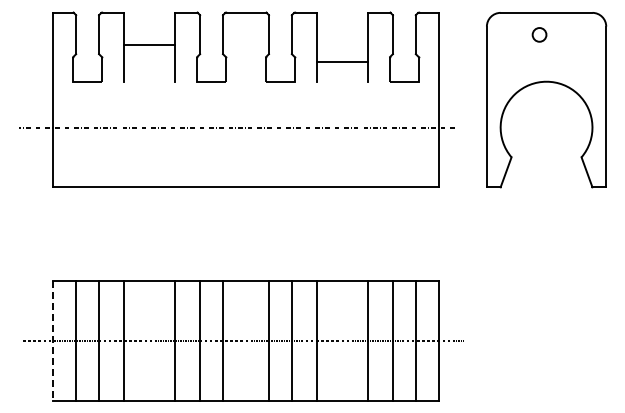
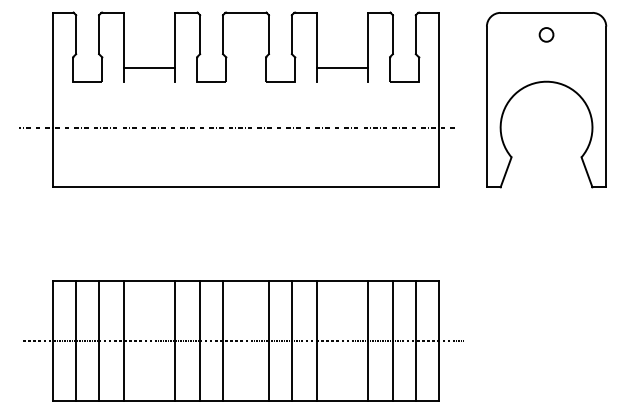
circle at (539, 34) position: (539, 34) -> (546, 34)
line at (149, 44) position: (149, 44) -> (149, 67)
line at (342, 61) position: (342, 61) -> (342, 67)
line at (53, 340): dashed -> solid
